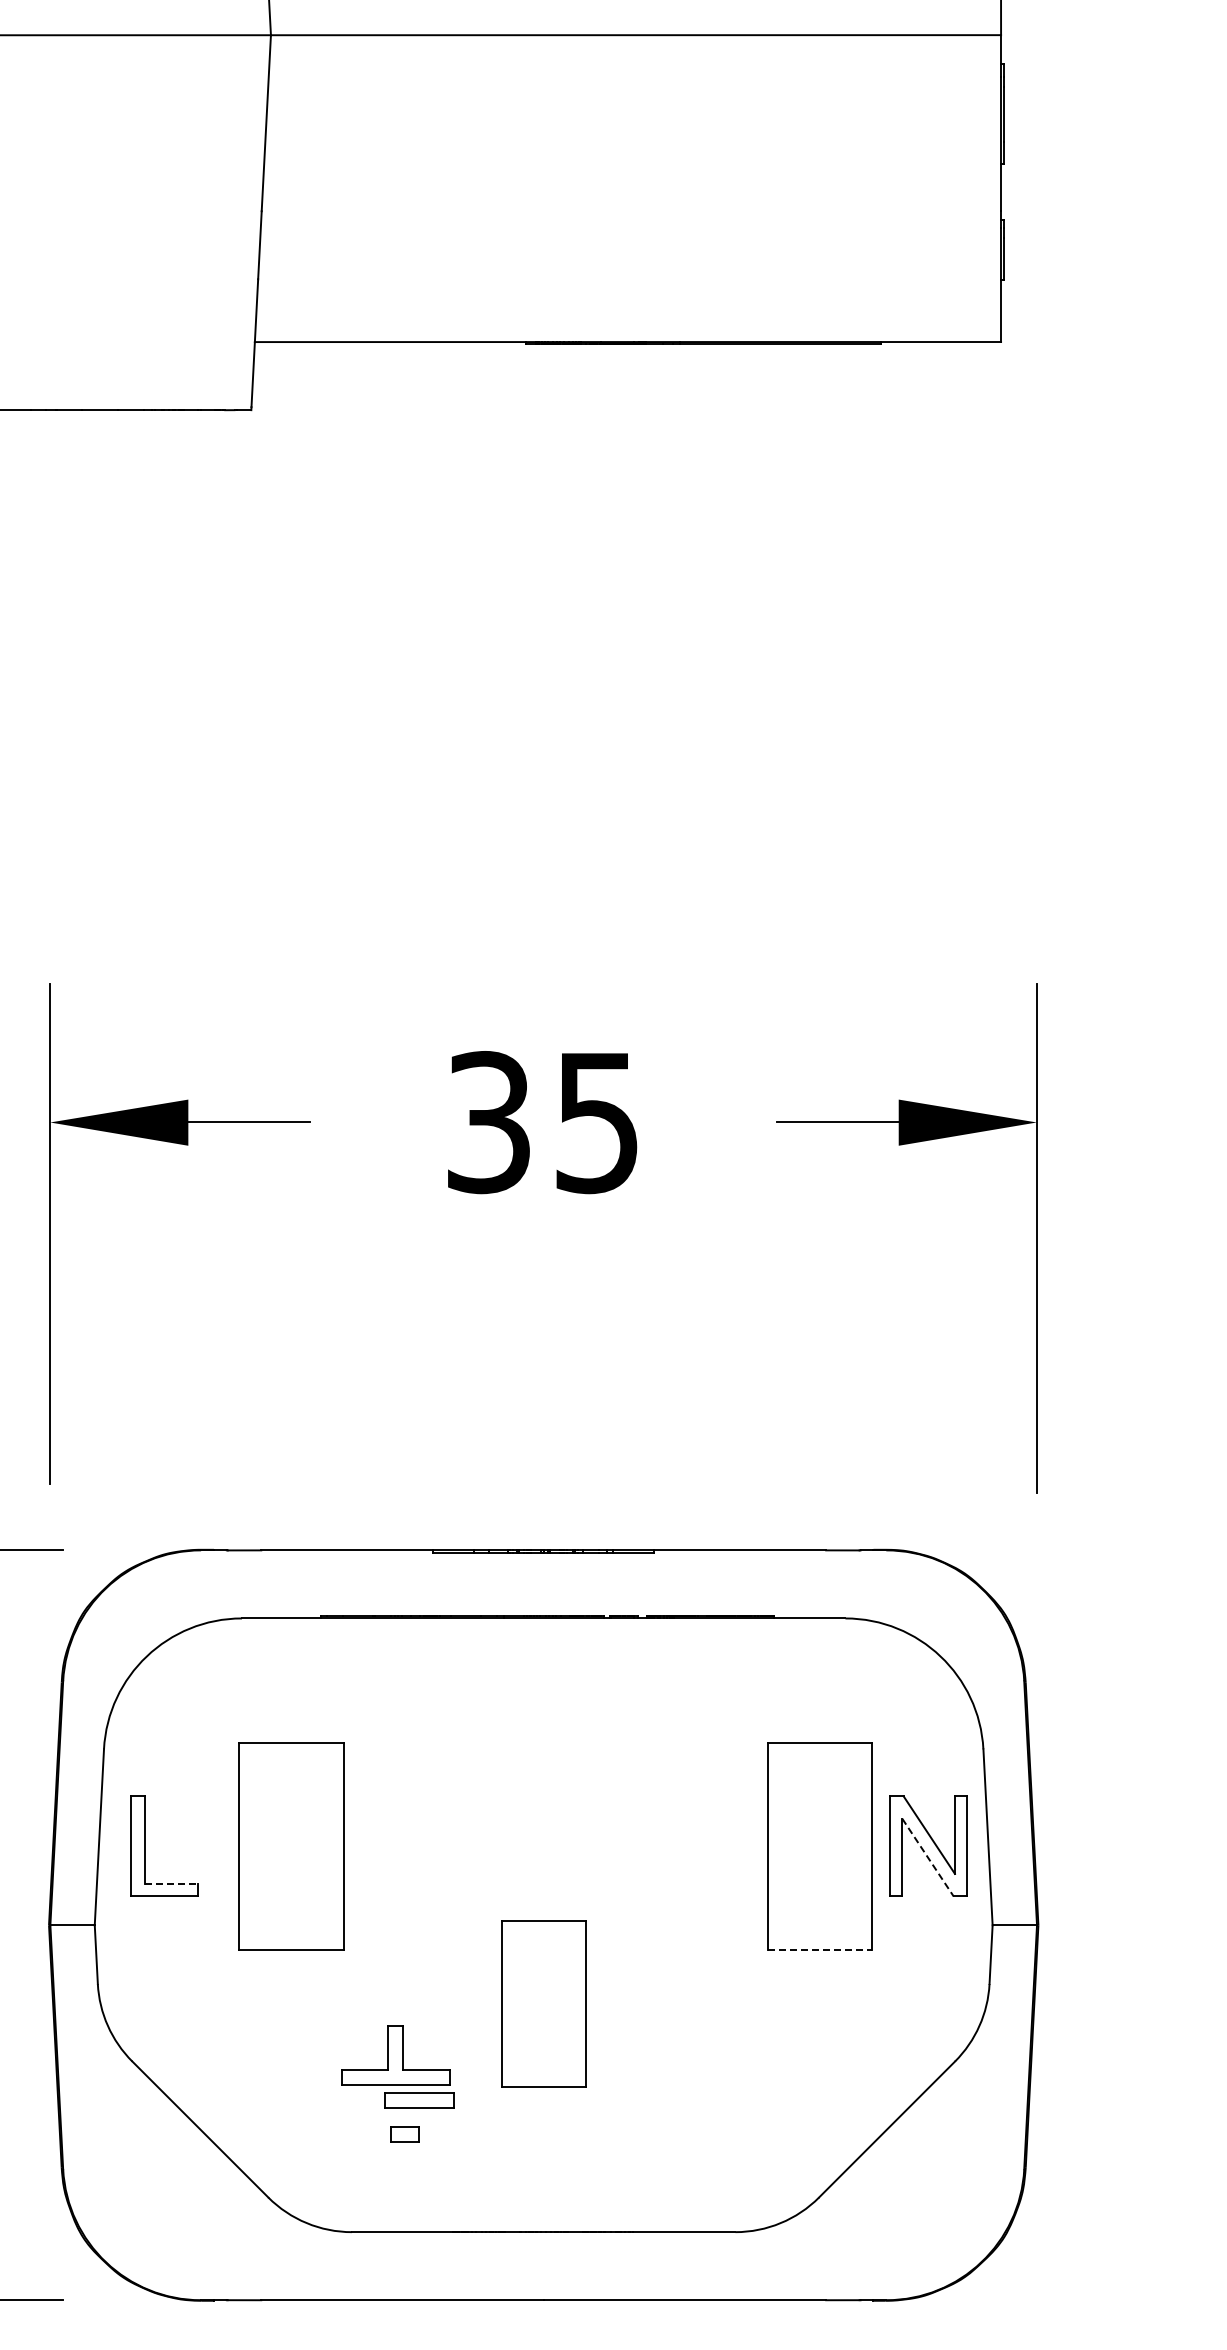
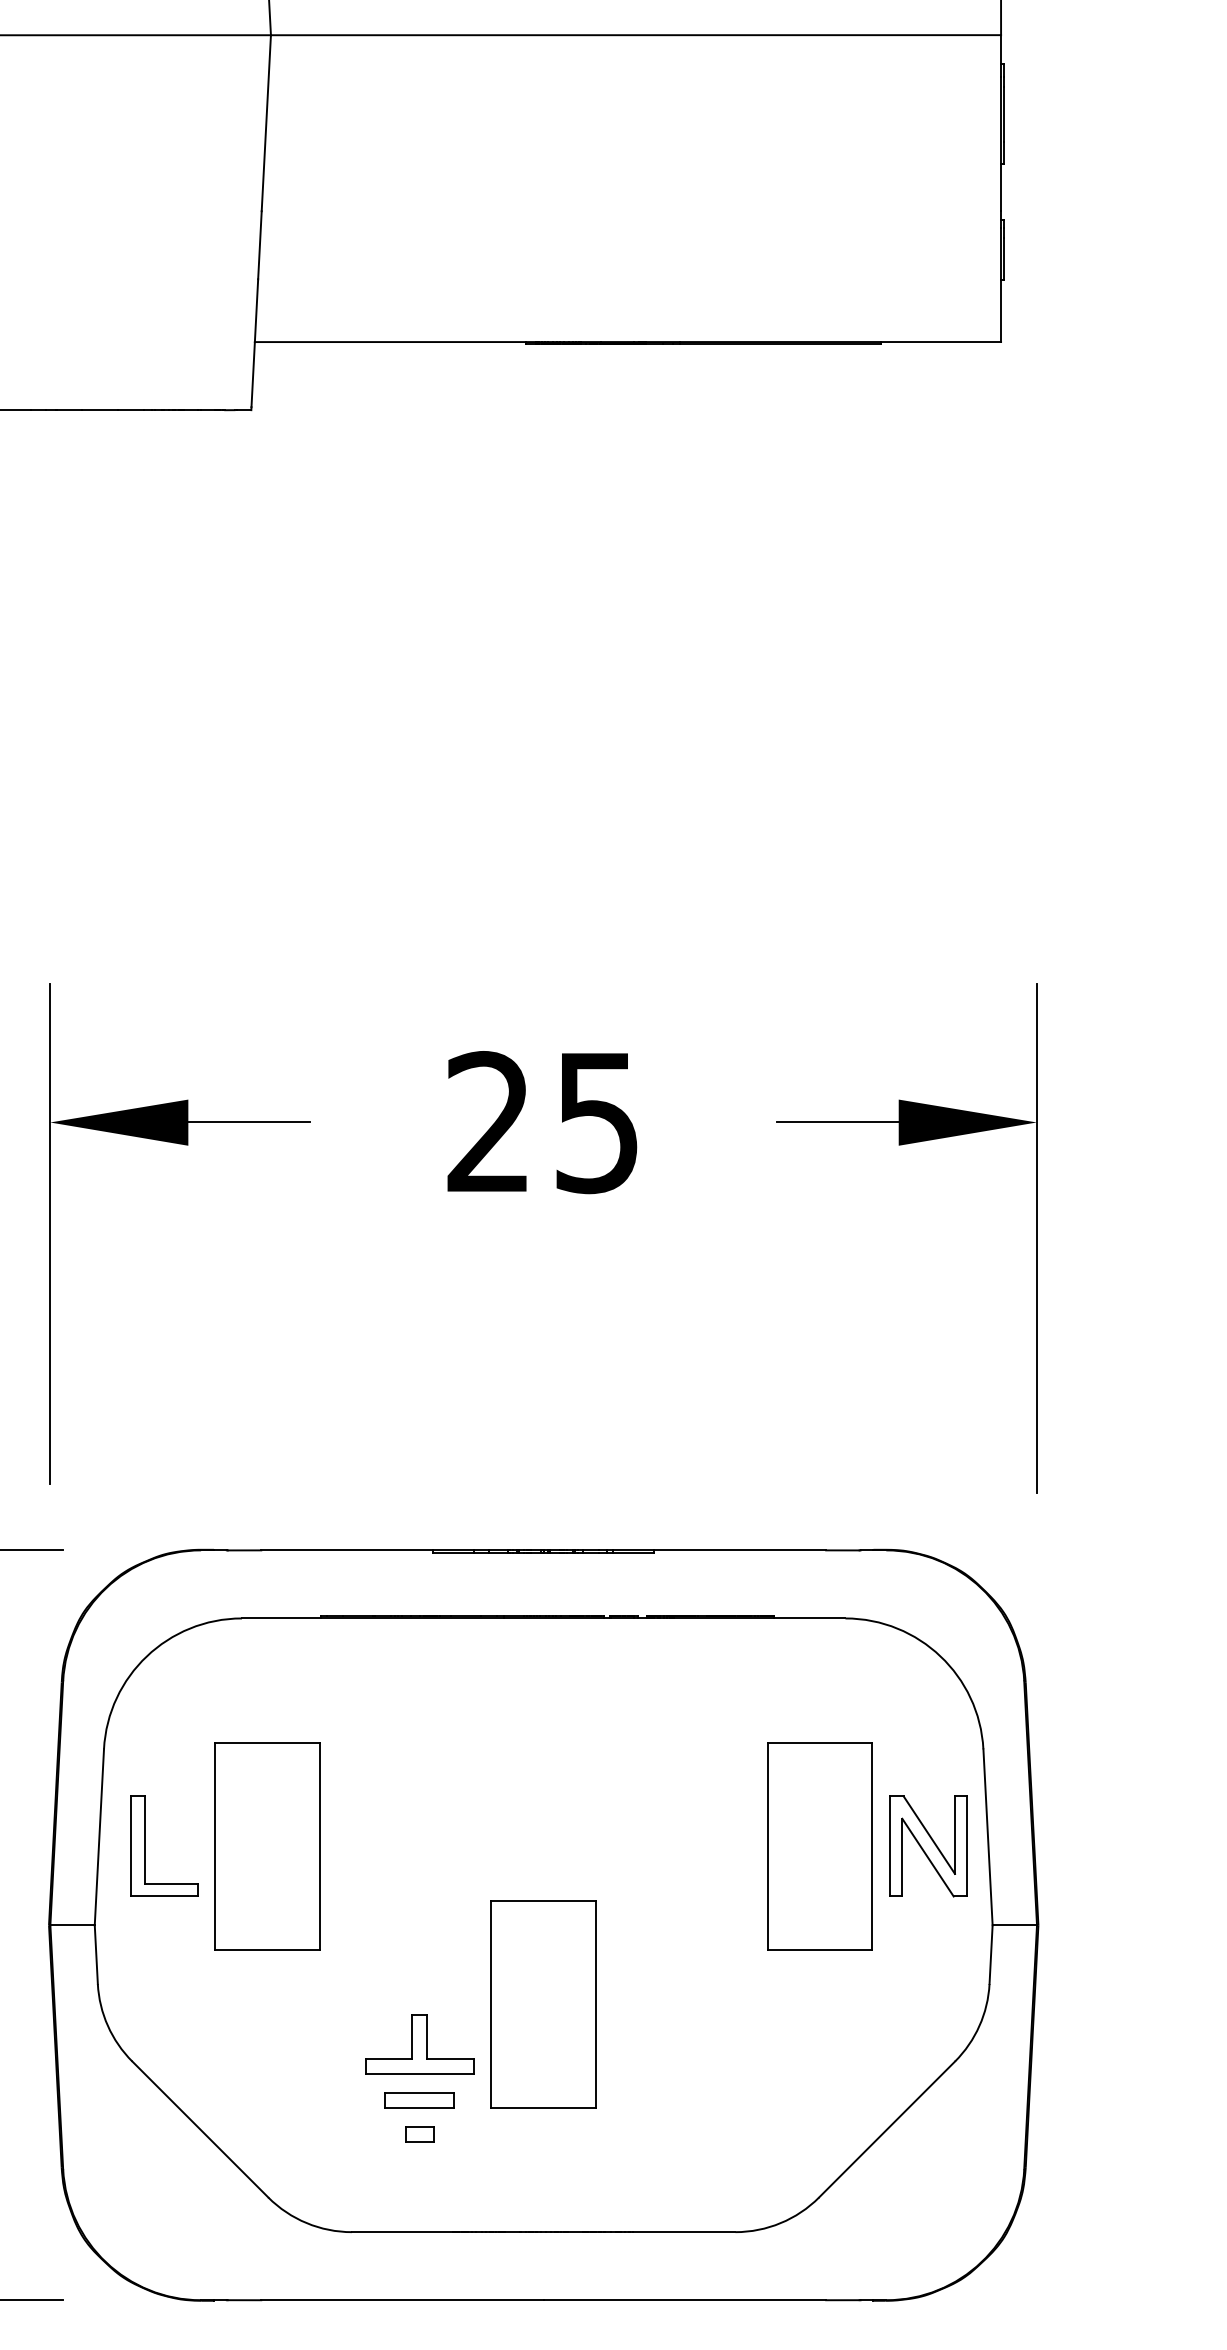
text at (488, 1122): 35 -> 25
part at (291, 1846) position: (291, 1846) -> (267, 1846)
line at (928, 1857): dashed -> solid
line at (171, 1883): dashed -> solid
line at (820, 1949): dashed -> solid
part at (543, 2003) size: 86x168 px -> 107x209 px
part at (395, 2055) position: (395, 2055) -> (419, 2044)
part at (404, 2134) position: (404, 2134) -> (419, 2134)
